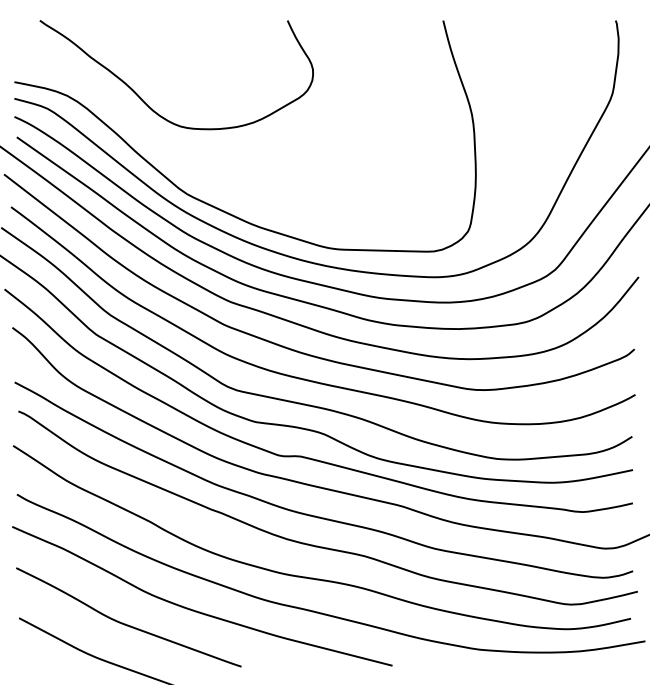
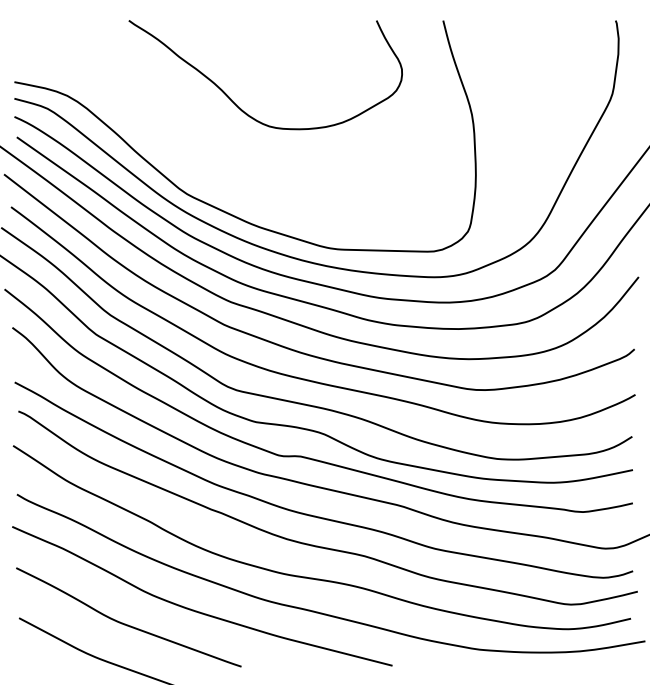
curve at (151, 107) position: (151, 107) -> (240, 107)
